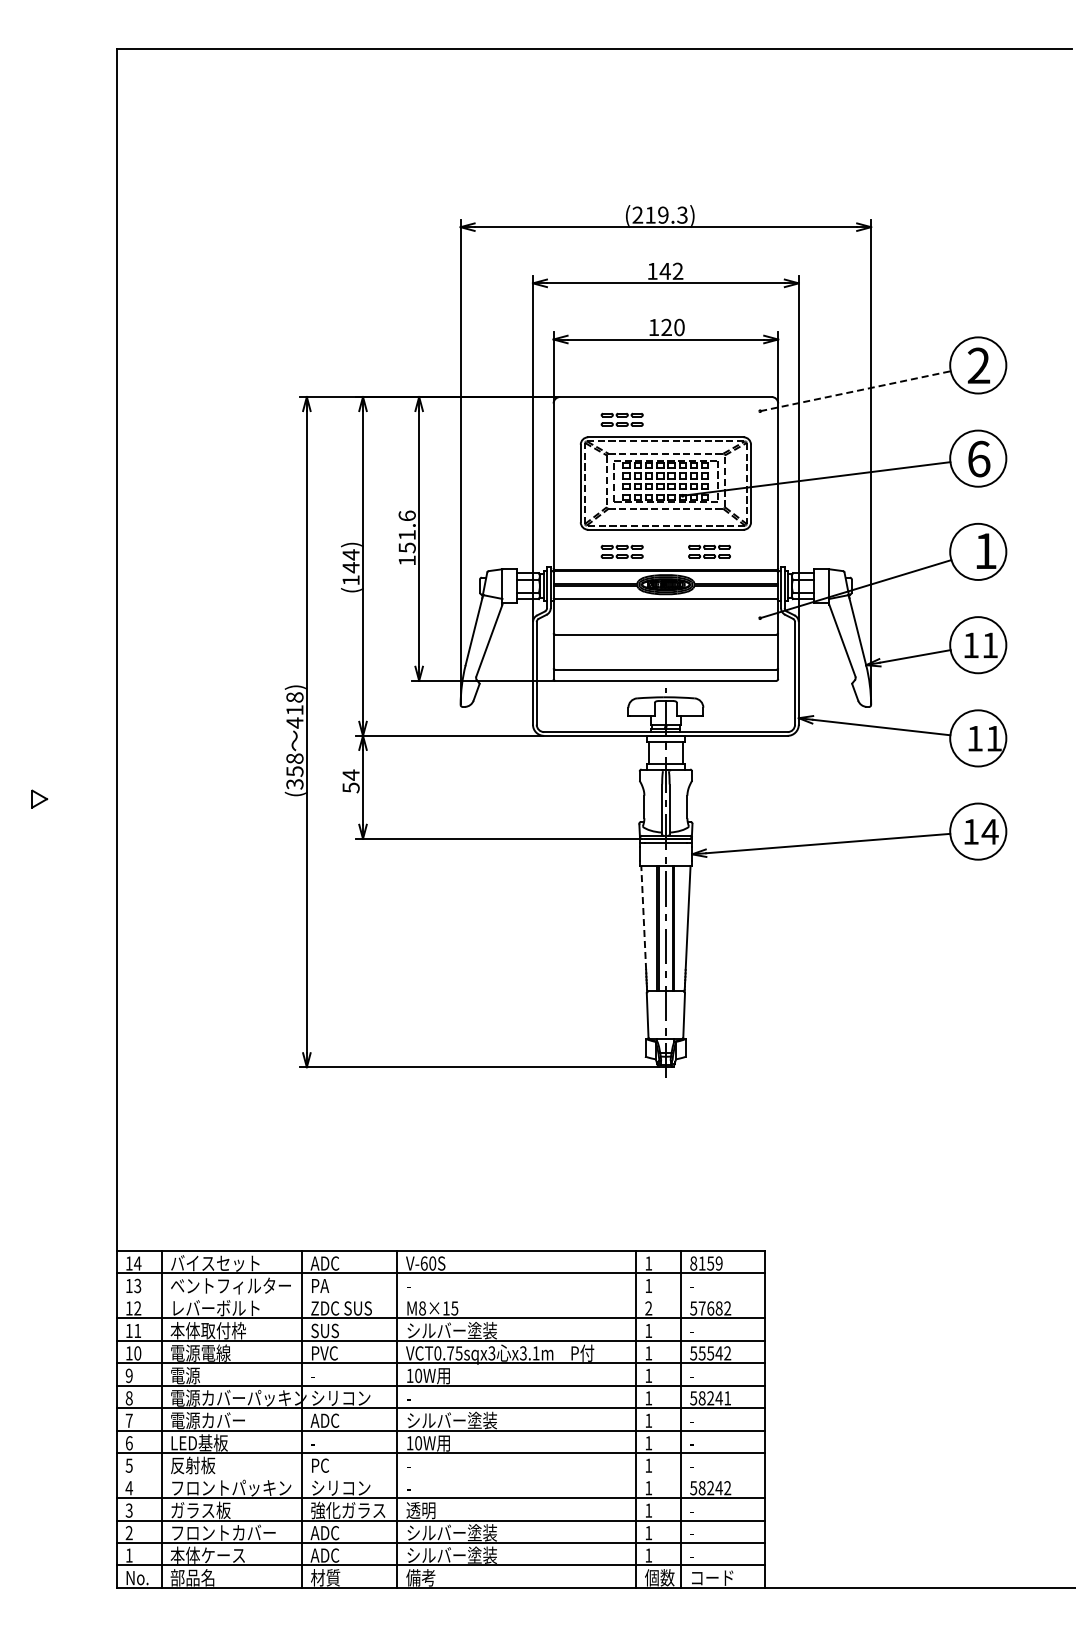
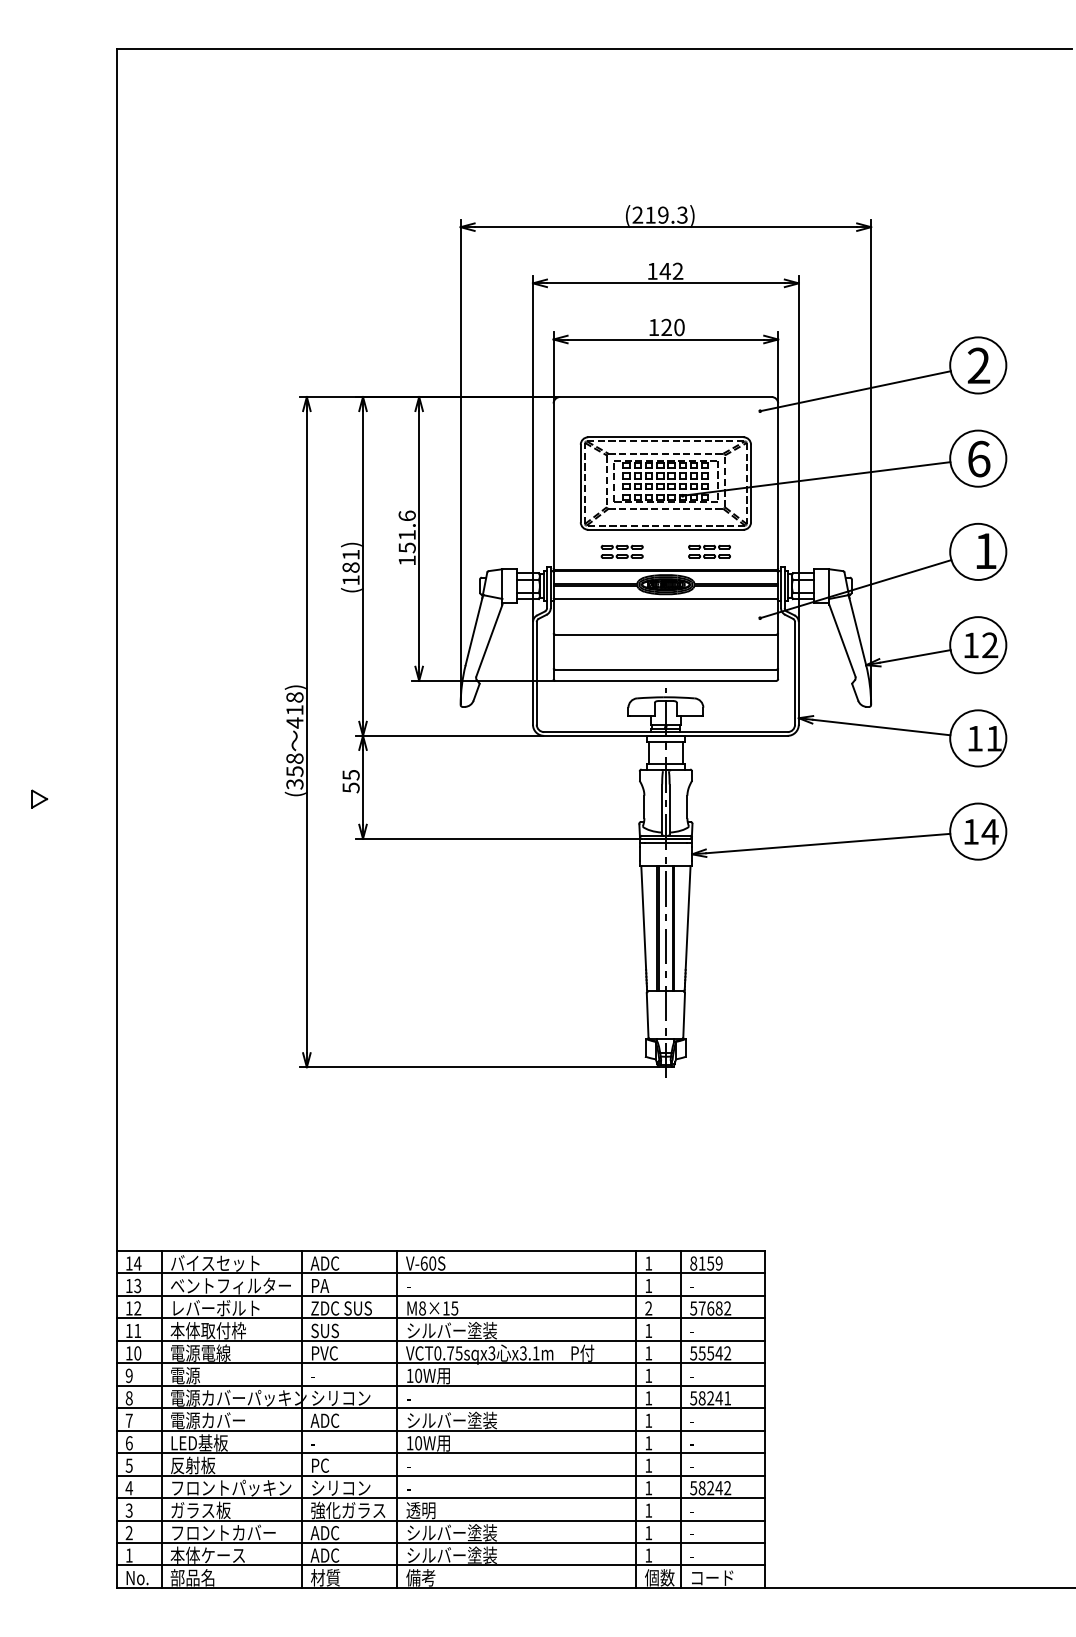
line at (855, 391): dashed -> solid
part at (621, 419): present -> none
text at (350, 561): (144) -> (181)
text at (990, 644): 11 -> 12
text at (350, 774): 54 -> 55
line at (643, 917): dashed -> solid
line at (440, 1295): none -> present
line at (440, 1475): none -> present
